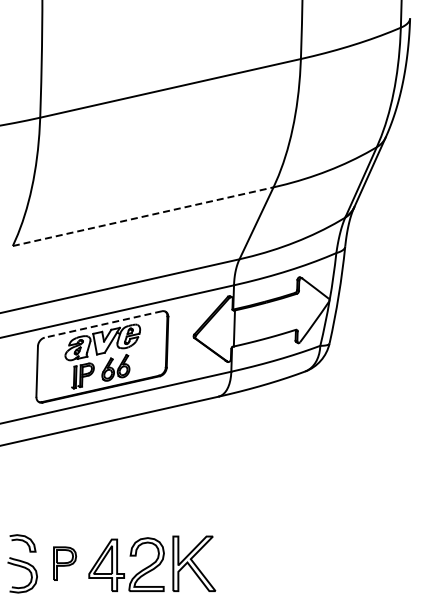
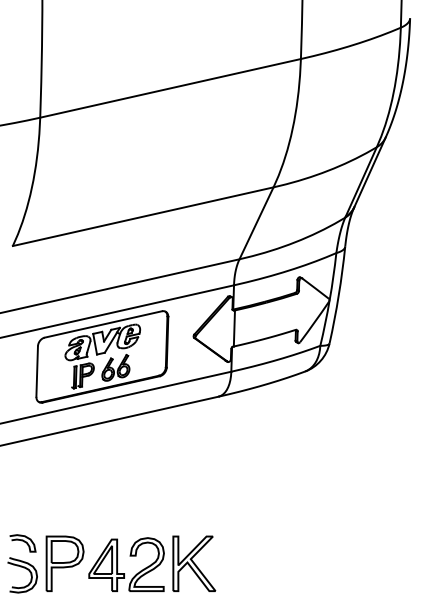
line at (143, 216): dashed -> solid
line at (102, 324): dashed -> solid
part at (65, 563) size: 25x35 px -> 40x57 px
